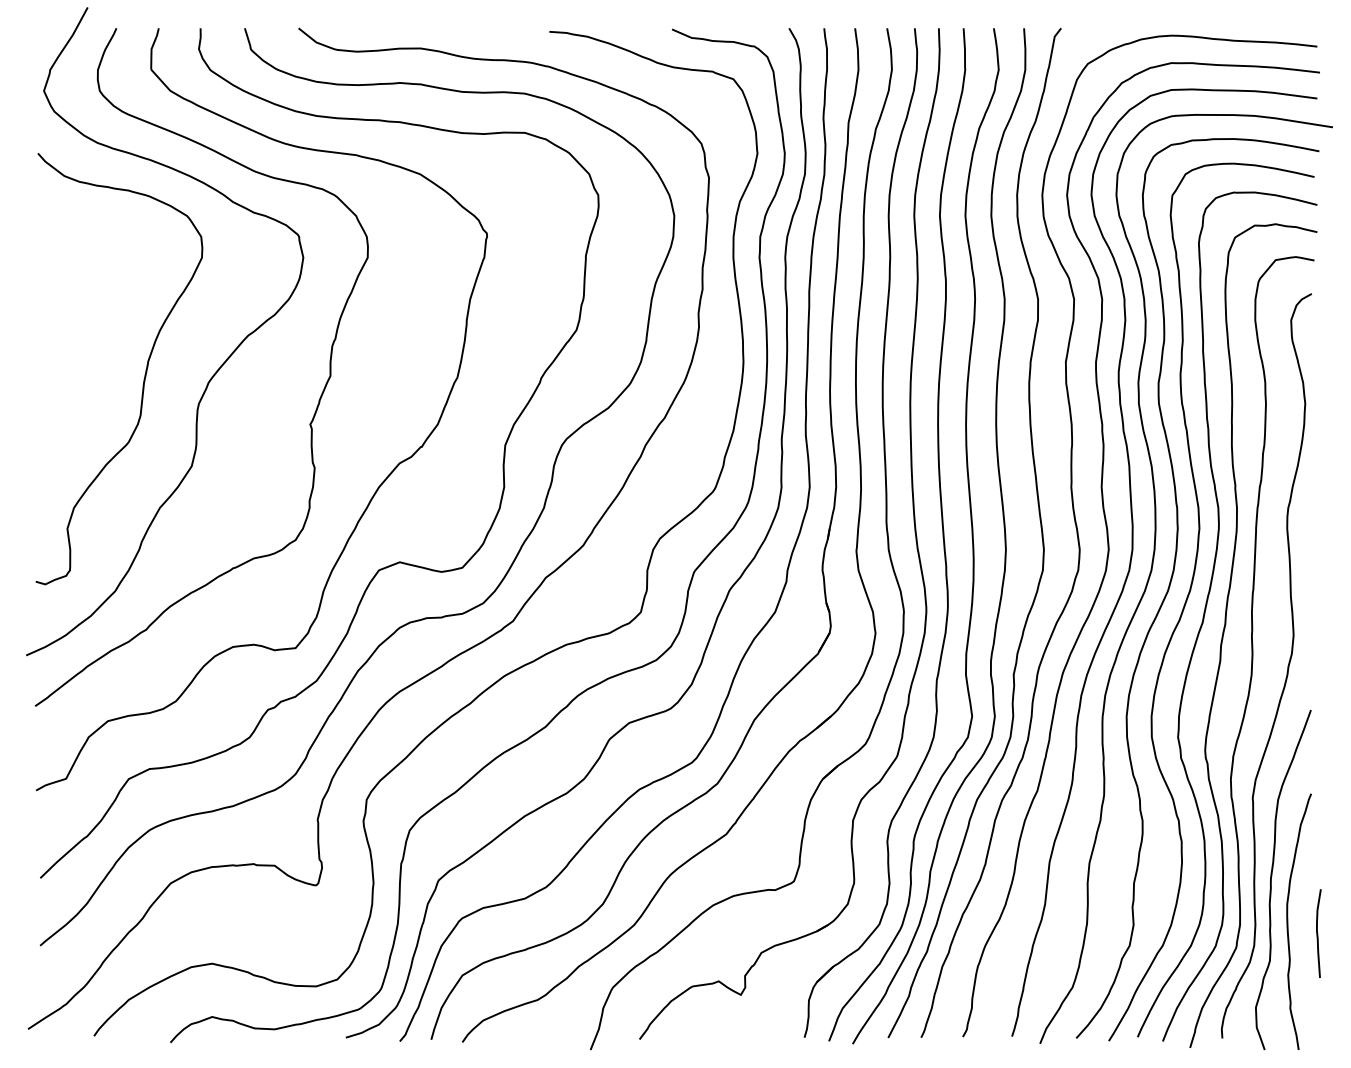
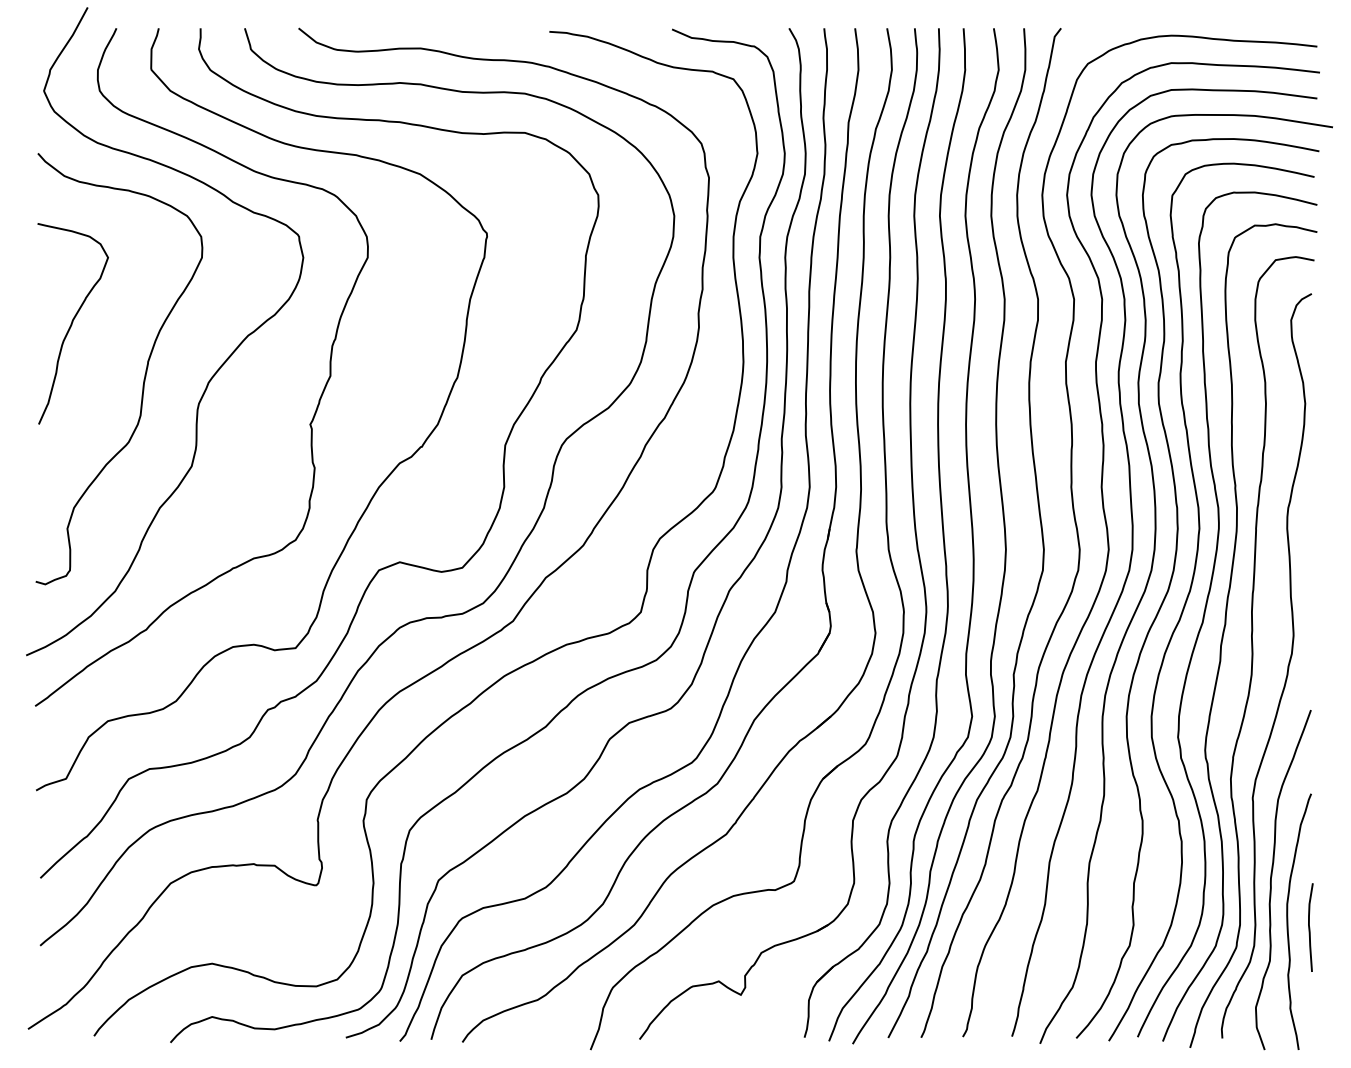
curve at (72, 323): none -> present
curve at (1318, 933) position: (1318, 933) -> (1310, 927)
